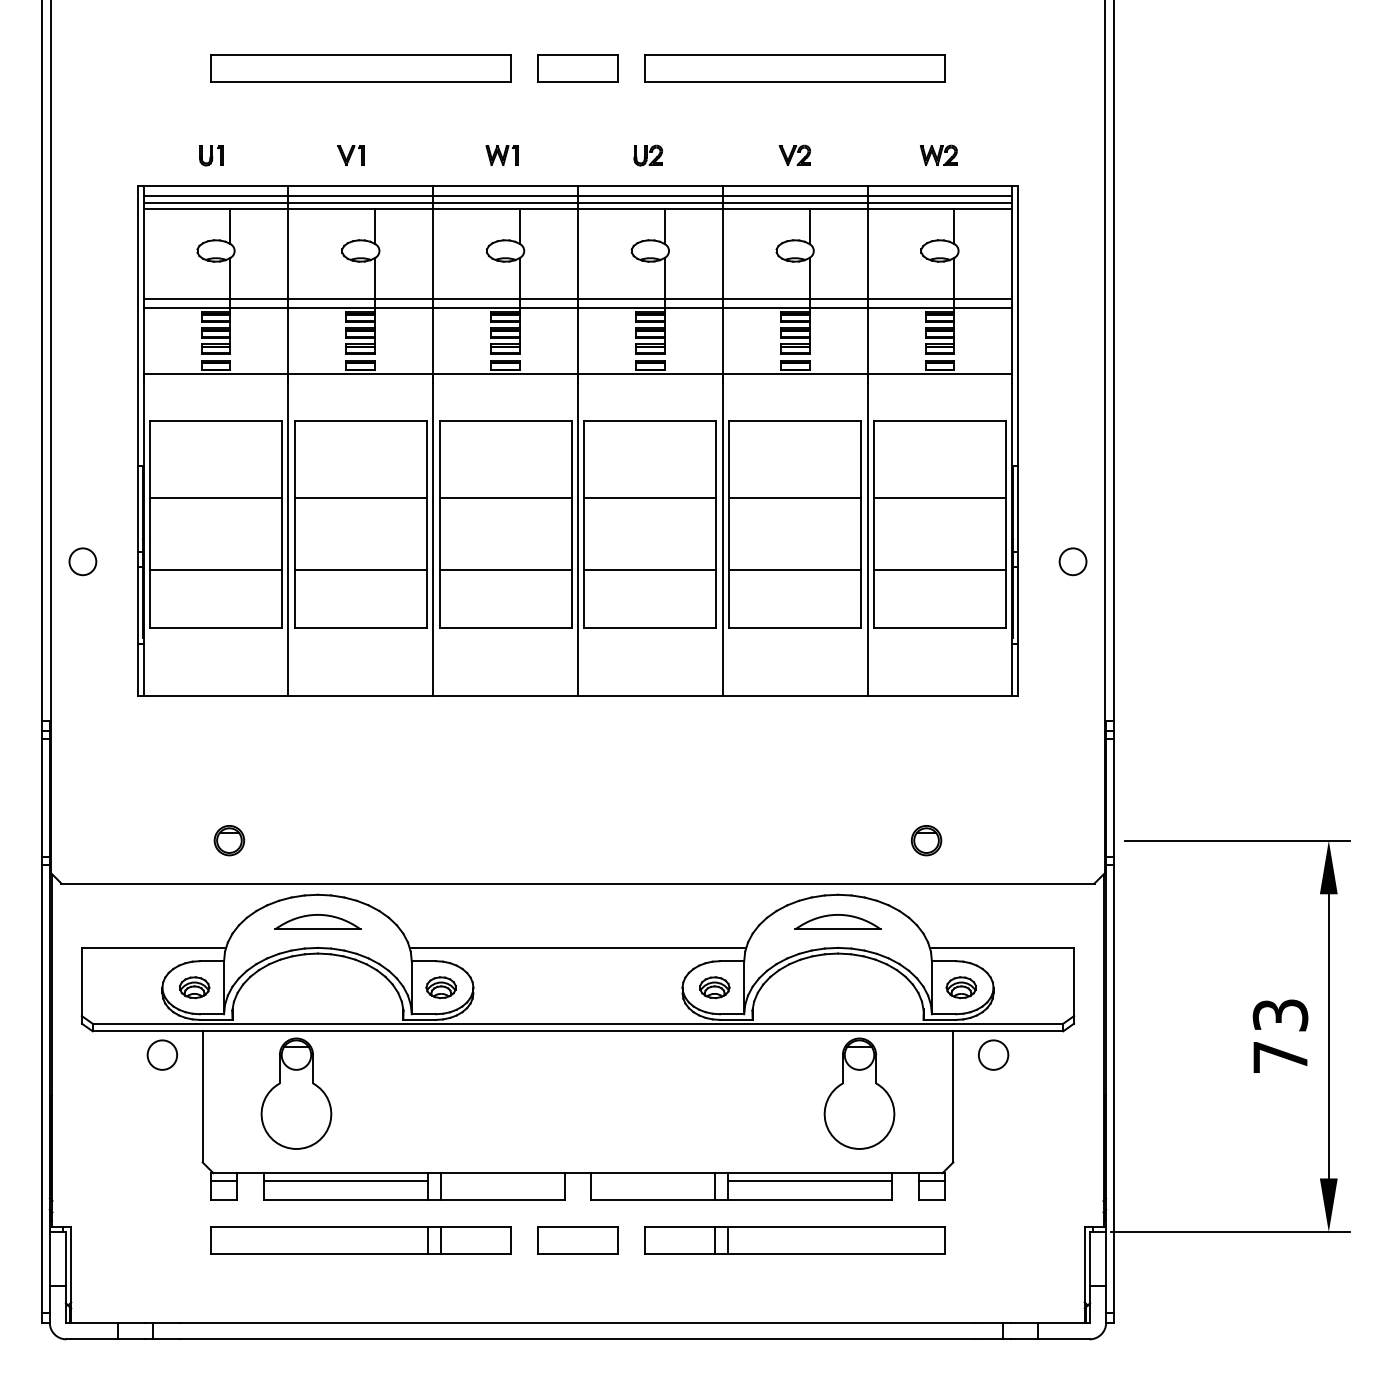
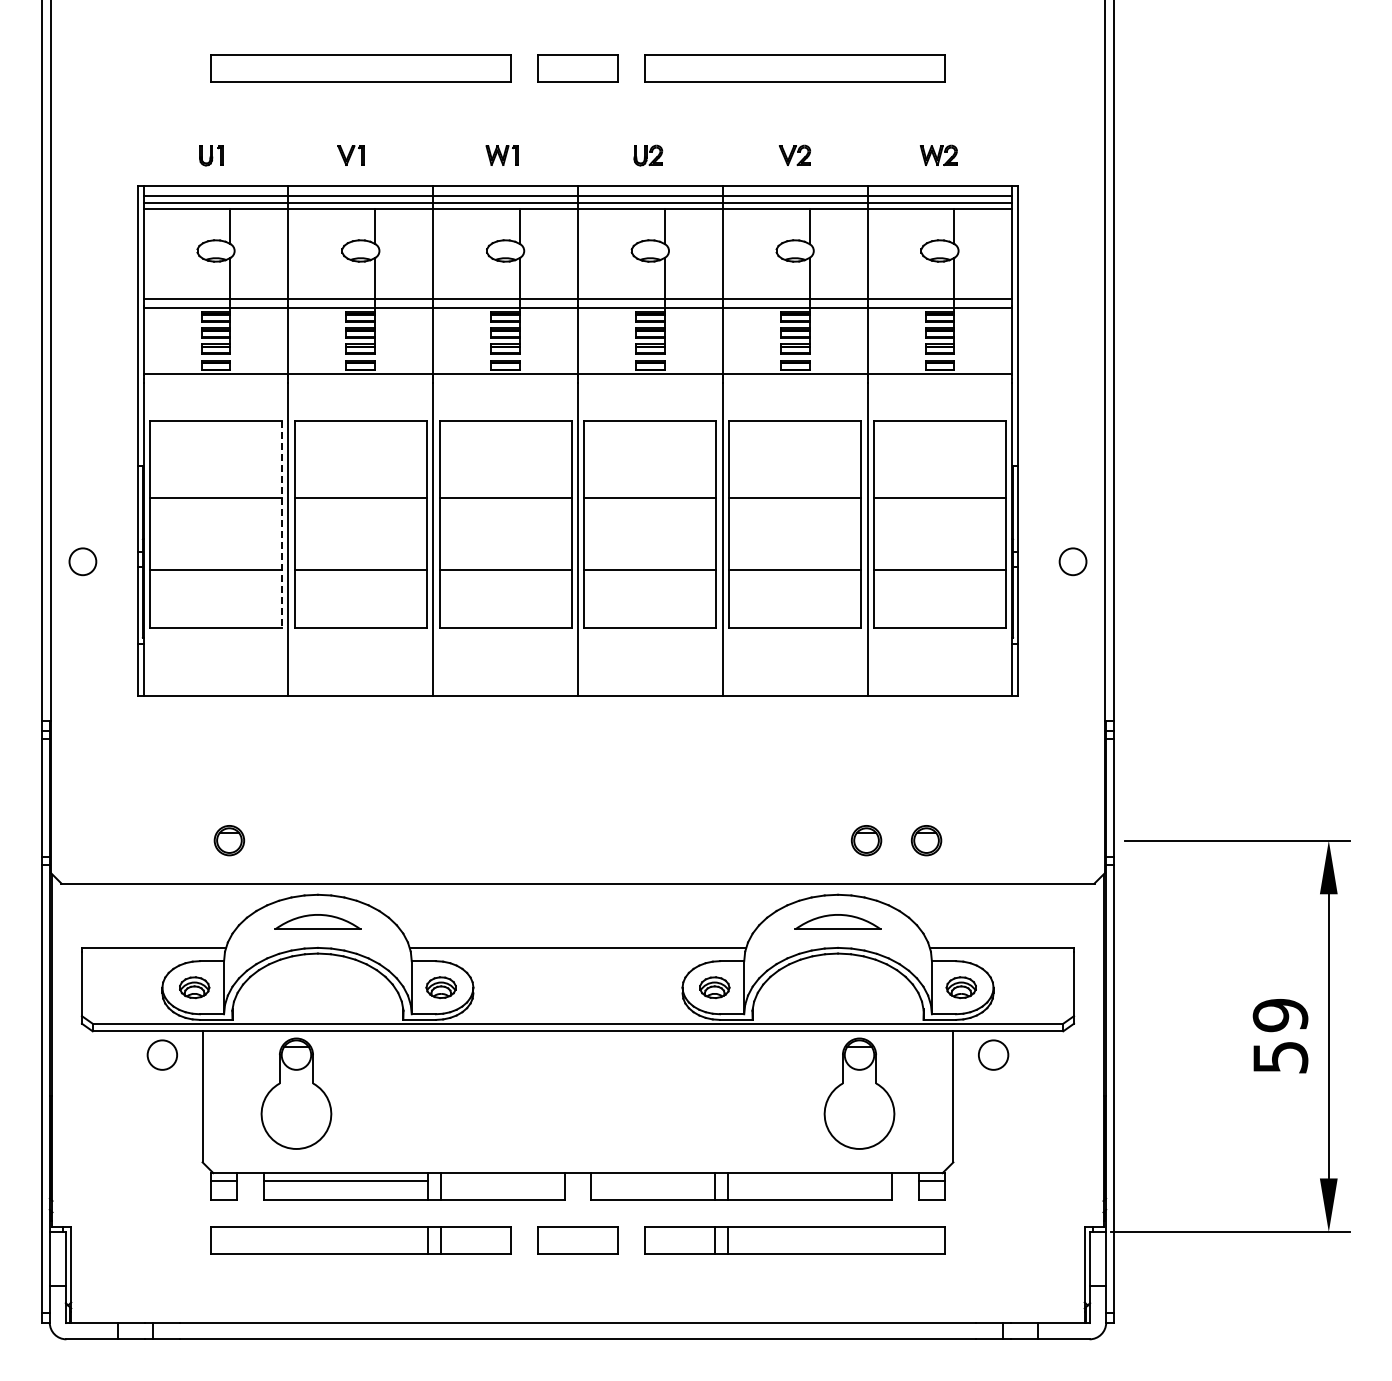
line at (281, 525): solid -> dashed
part at (866, 840): none -> present
text at (1280, 1036): 73 -> 59
line at (809, 1181): present -> none
